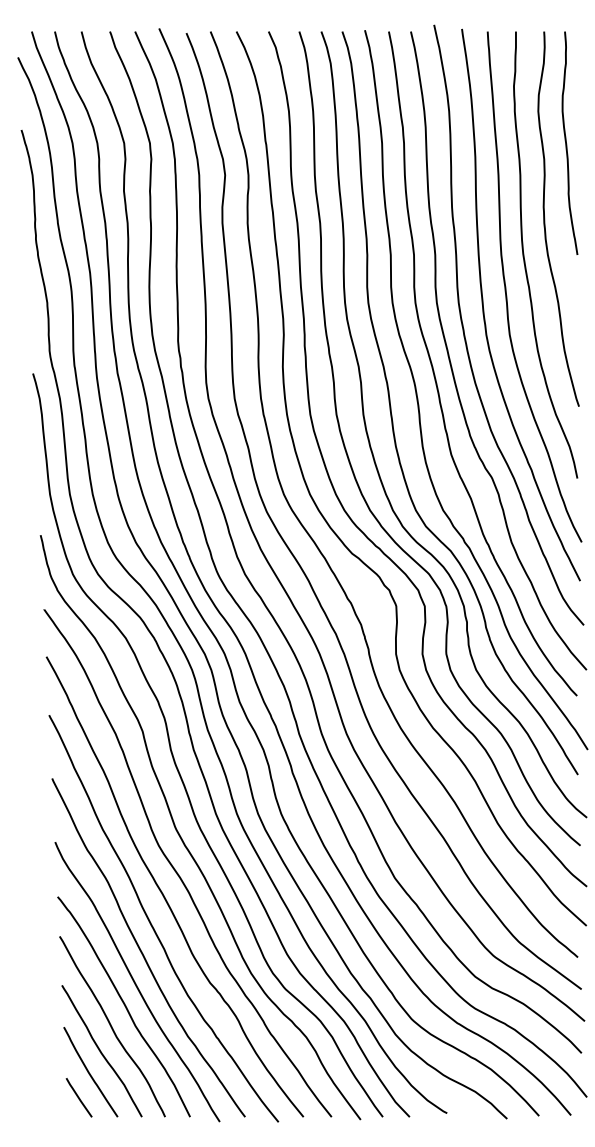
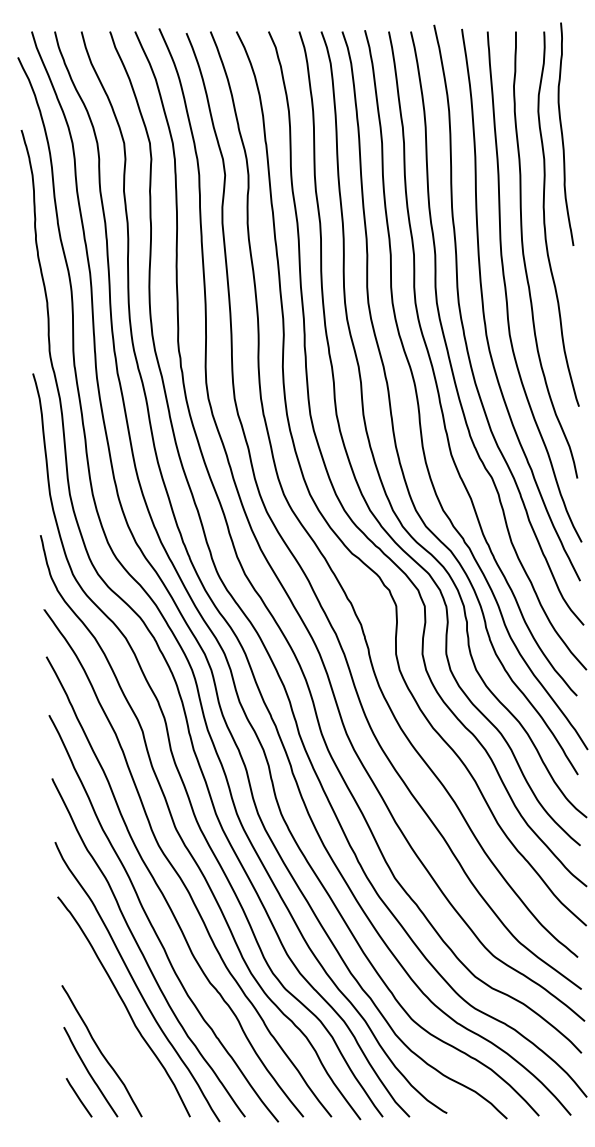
curve at (567, 144) position: (567, 144) -> (563, 135)
curve at (112, 1026): present -> none
